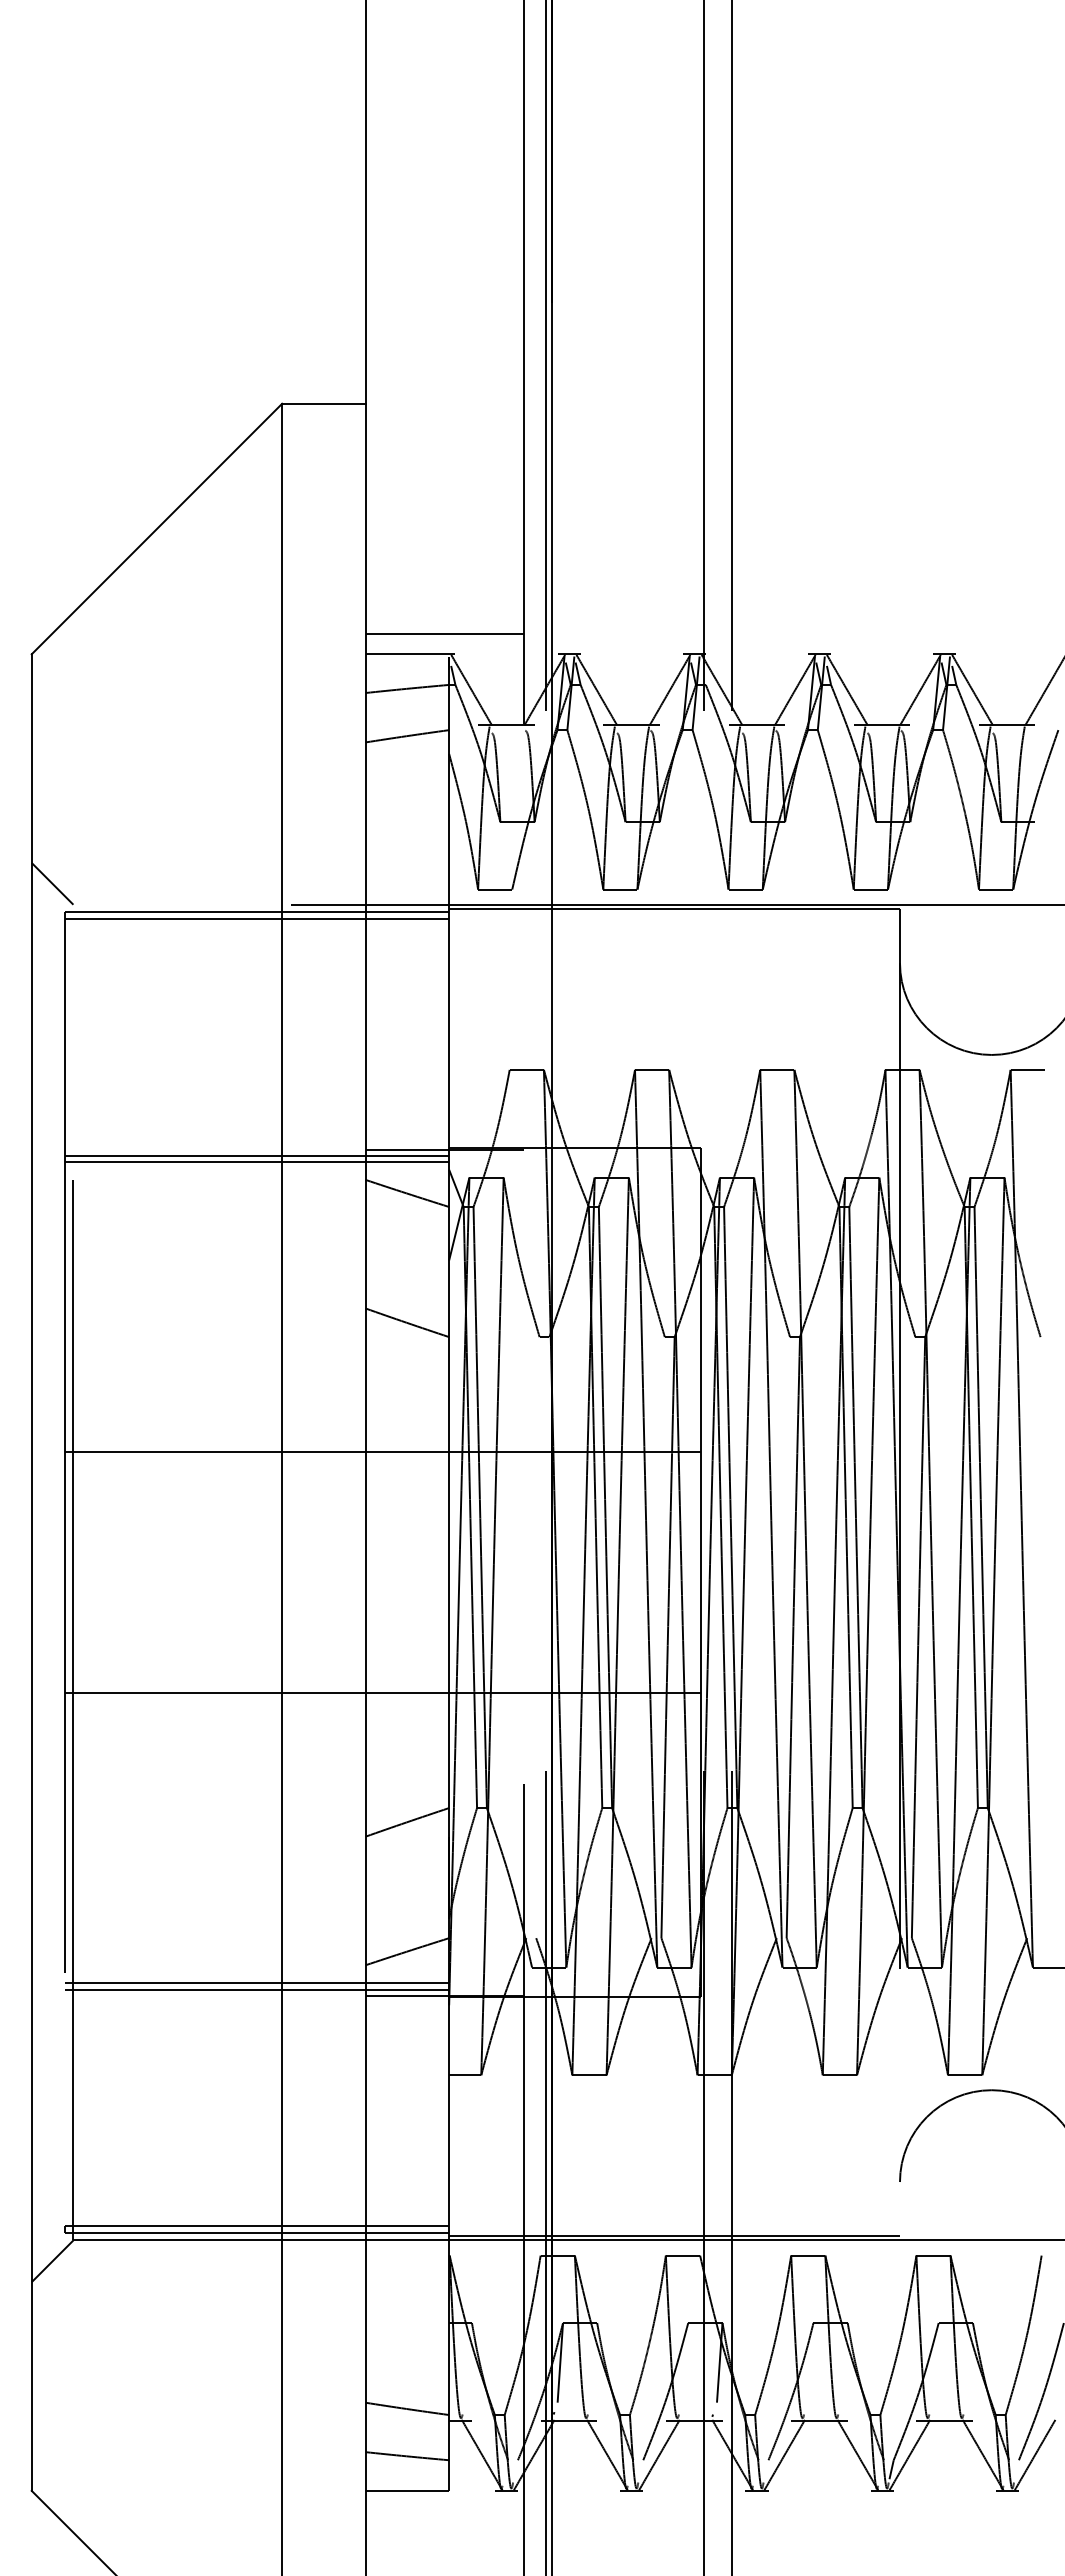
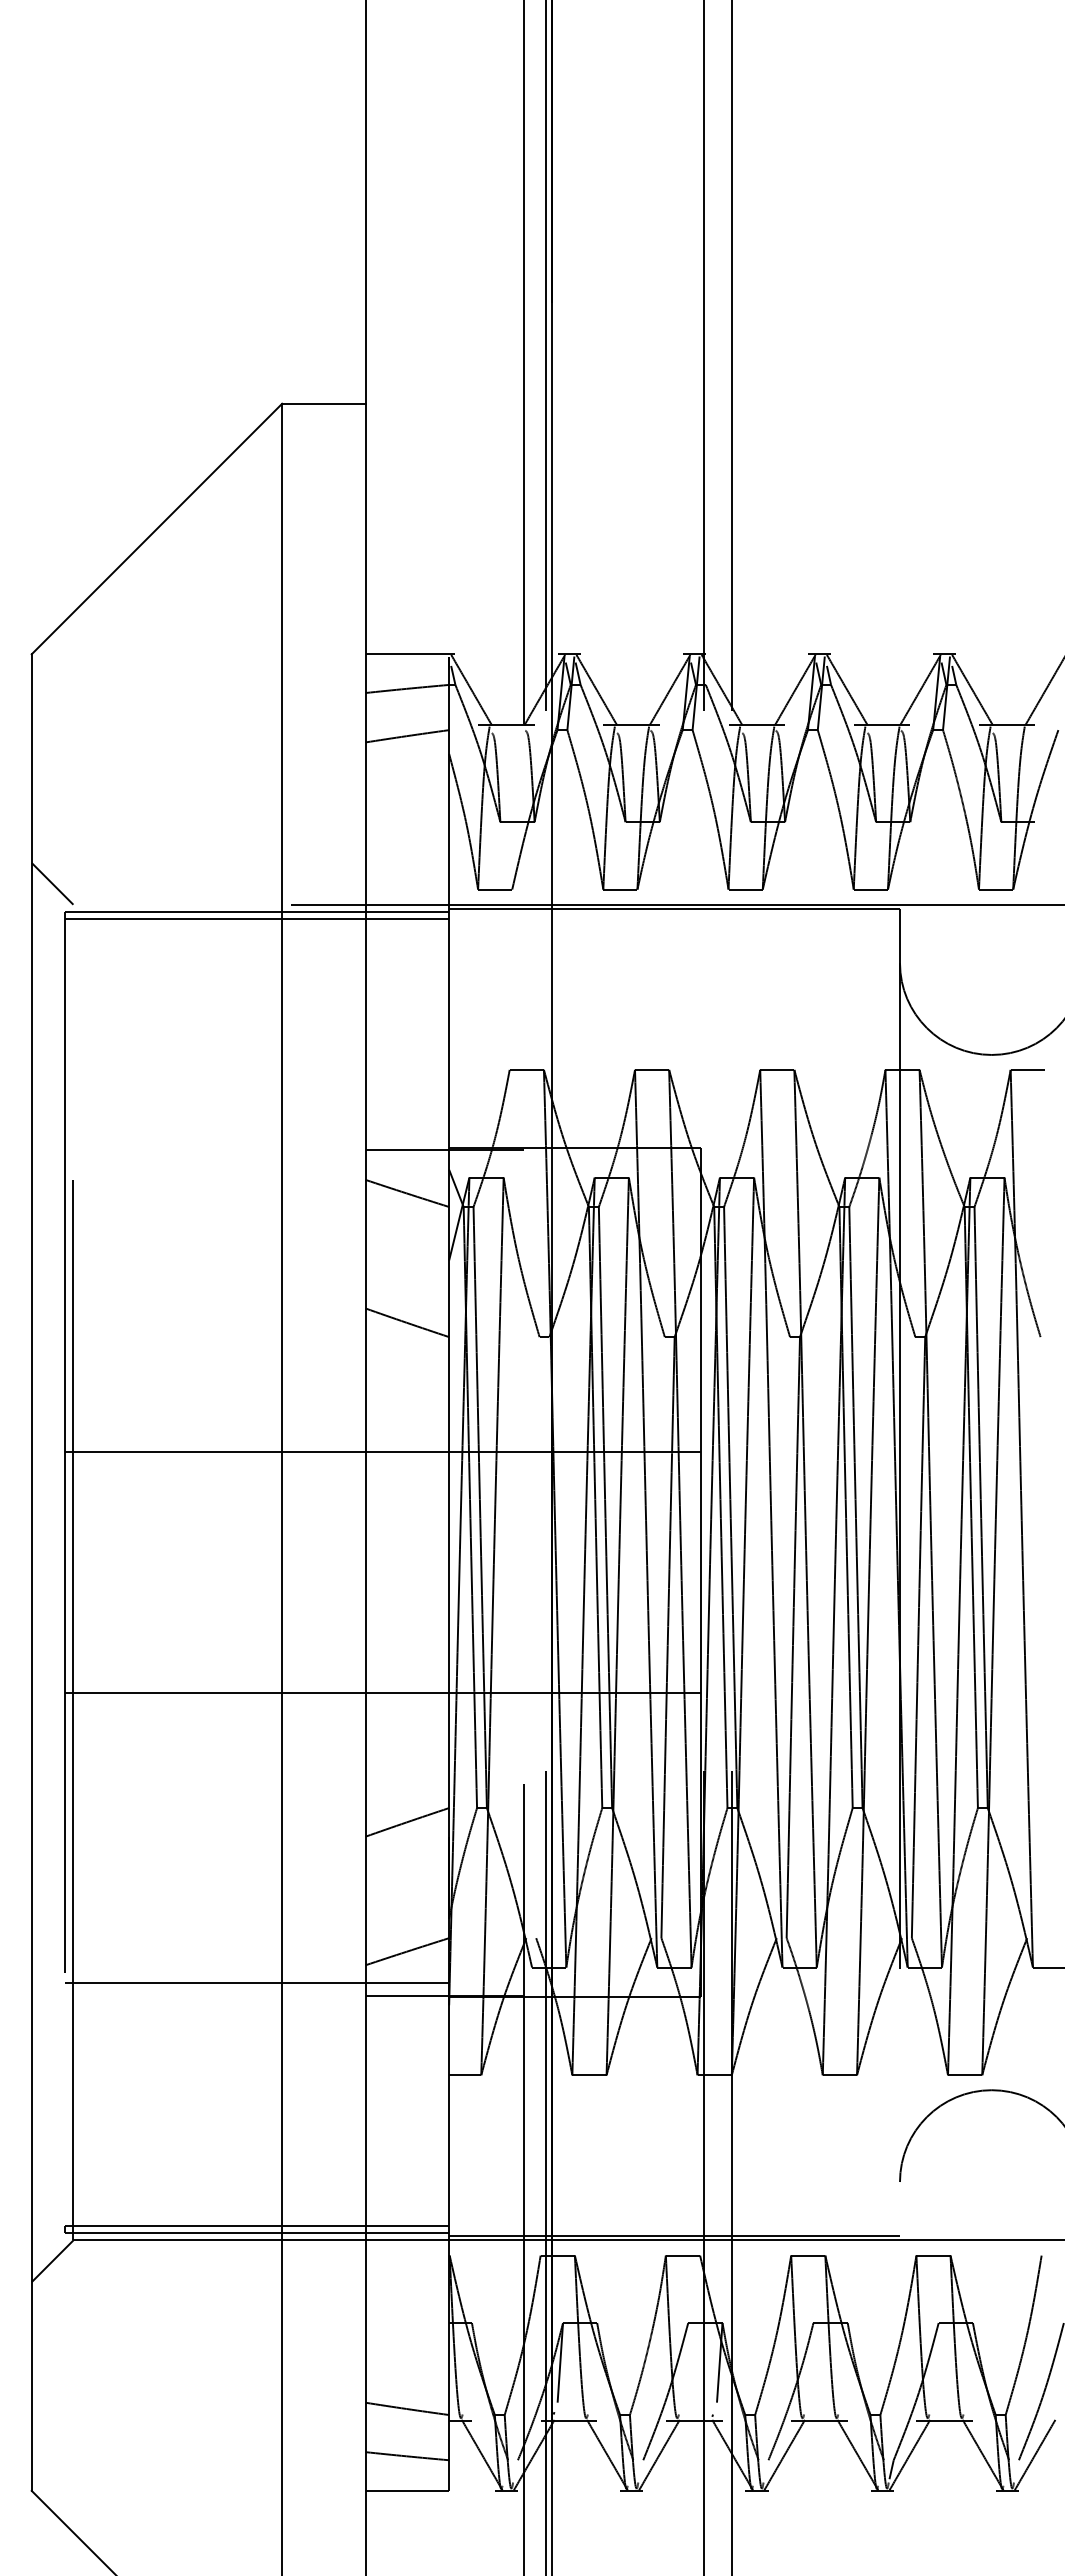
line at (444, 634): present -> none
line at (257, 1155): present -> none
line at (257, 1162): present -> none
line at (257, 1989): present -> none
